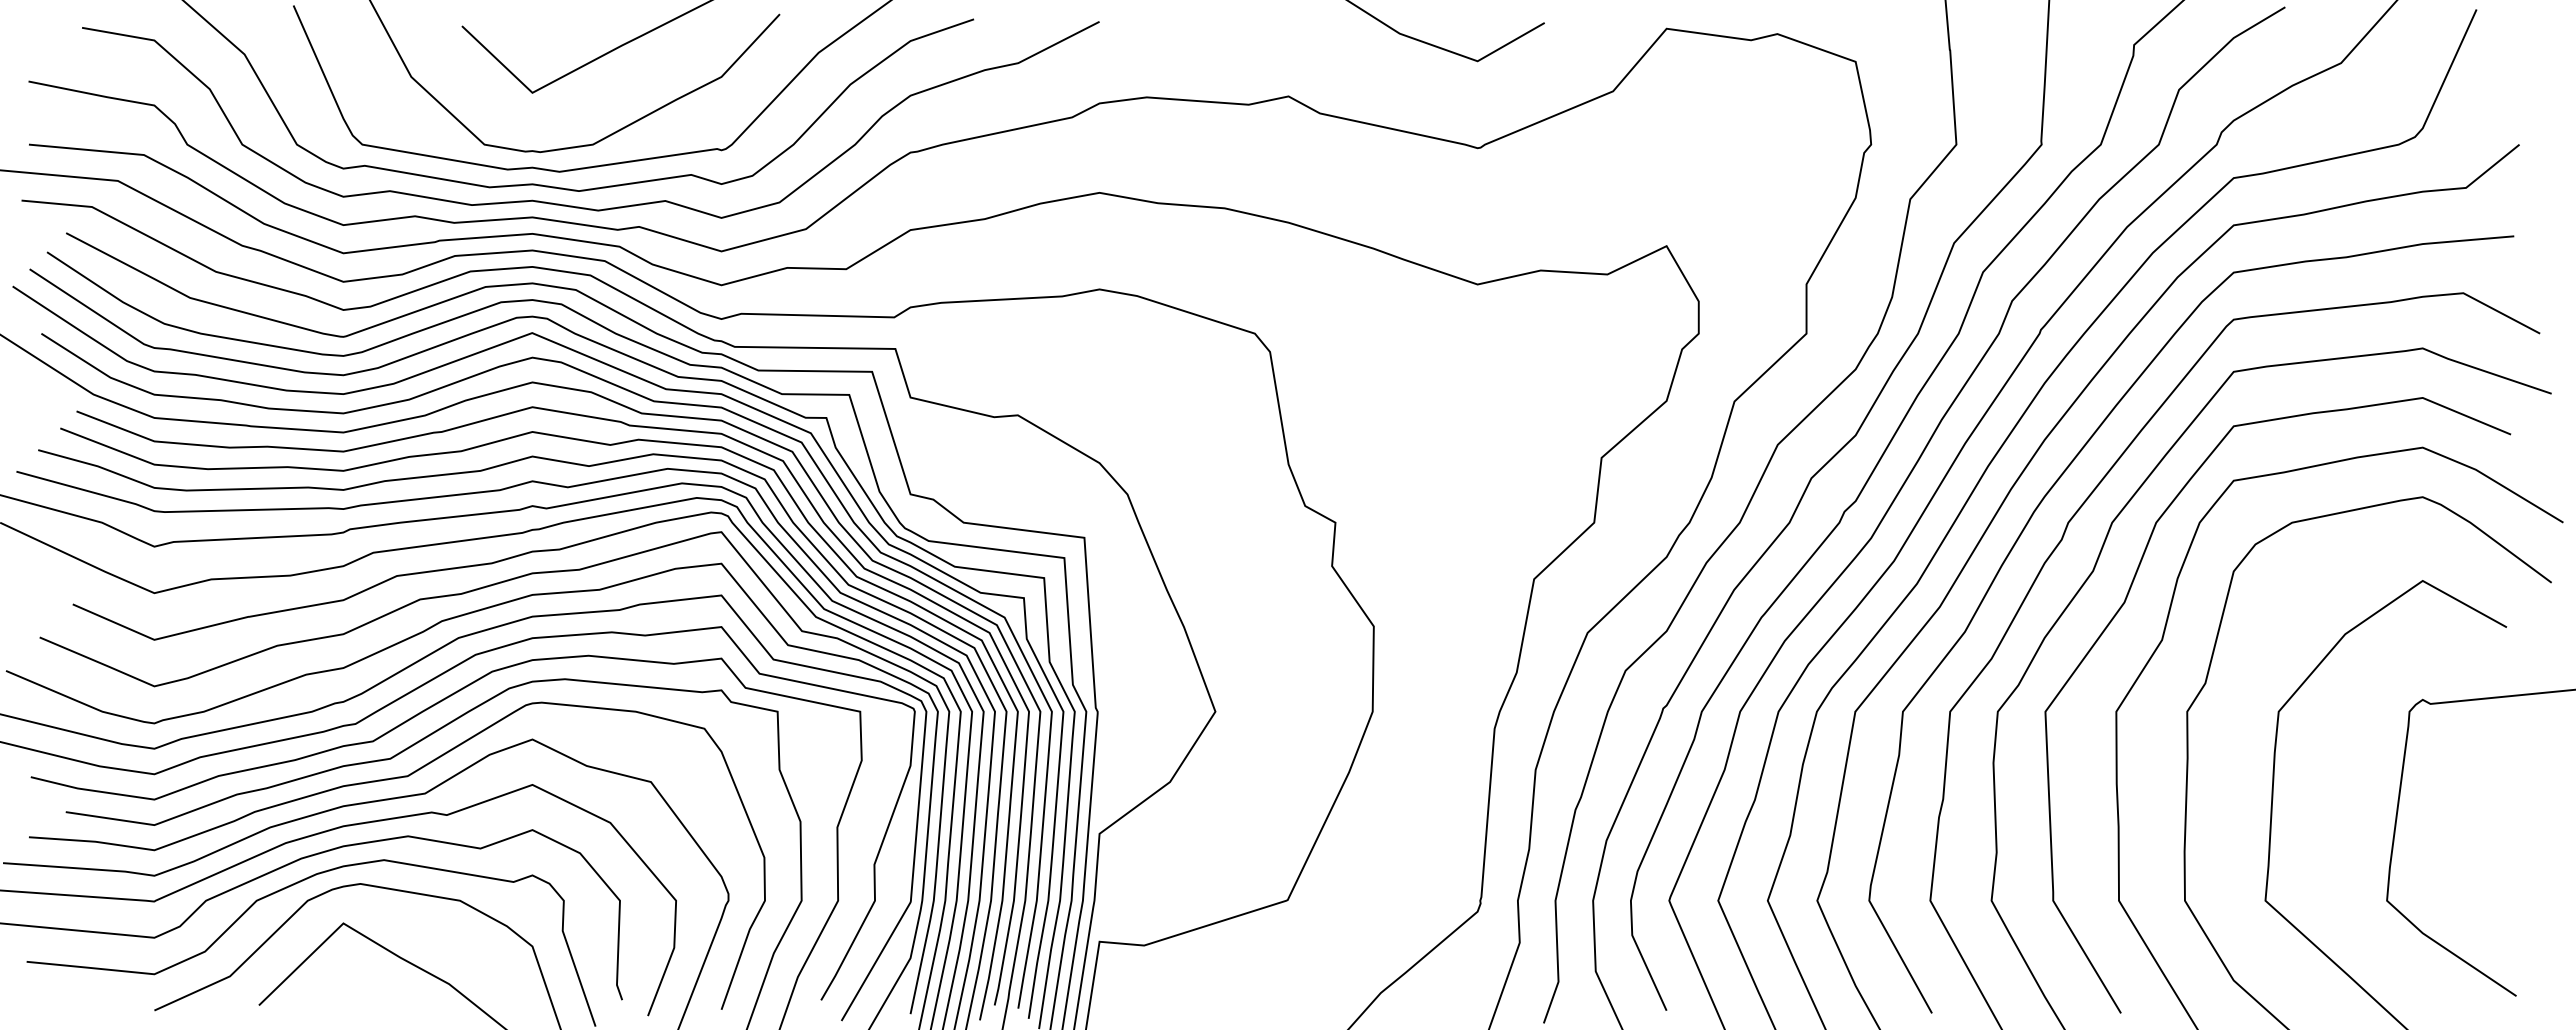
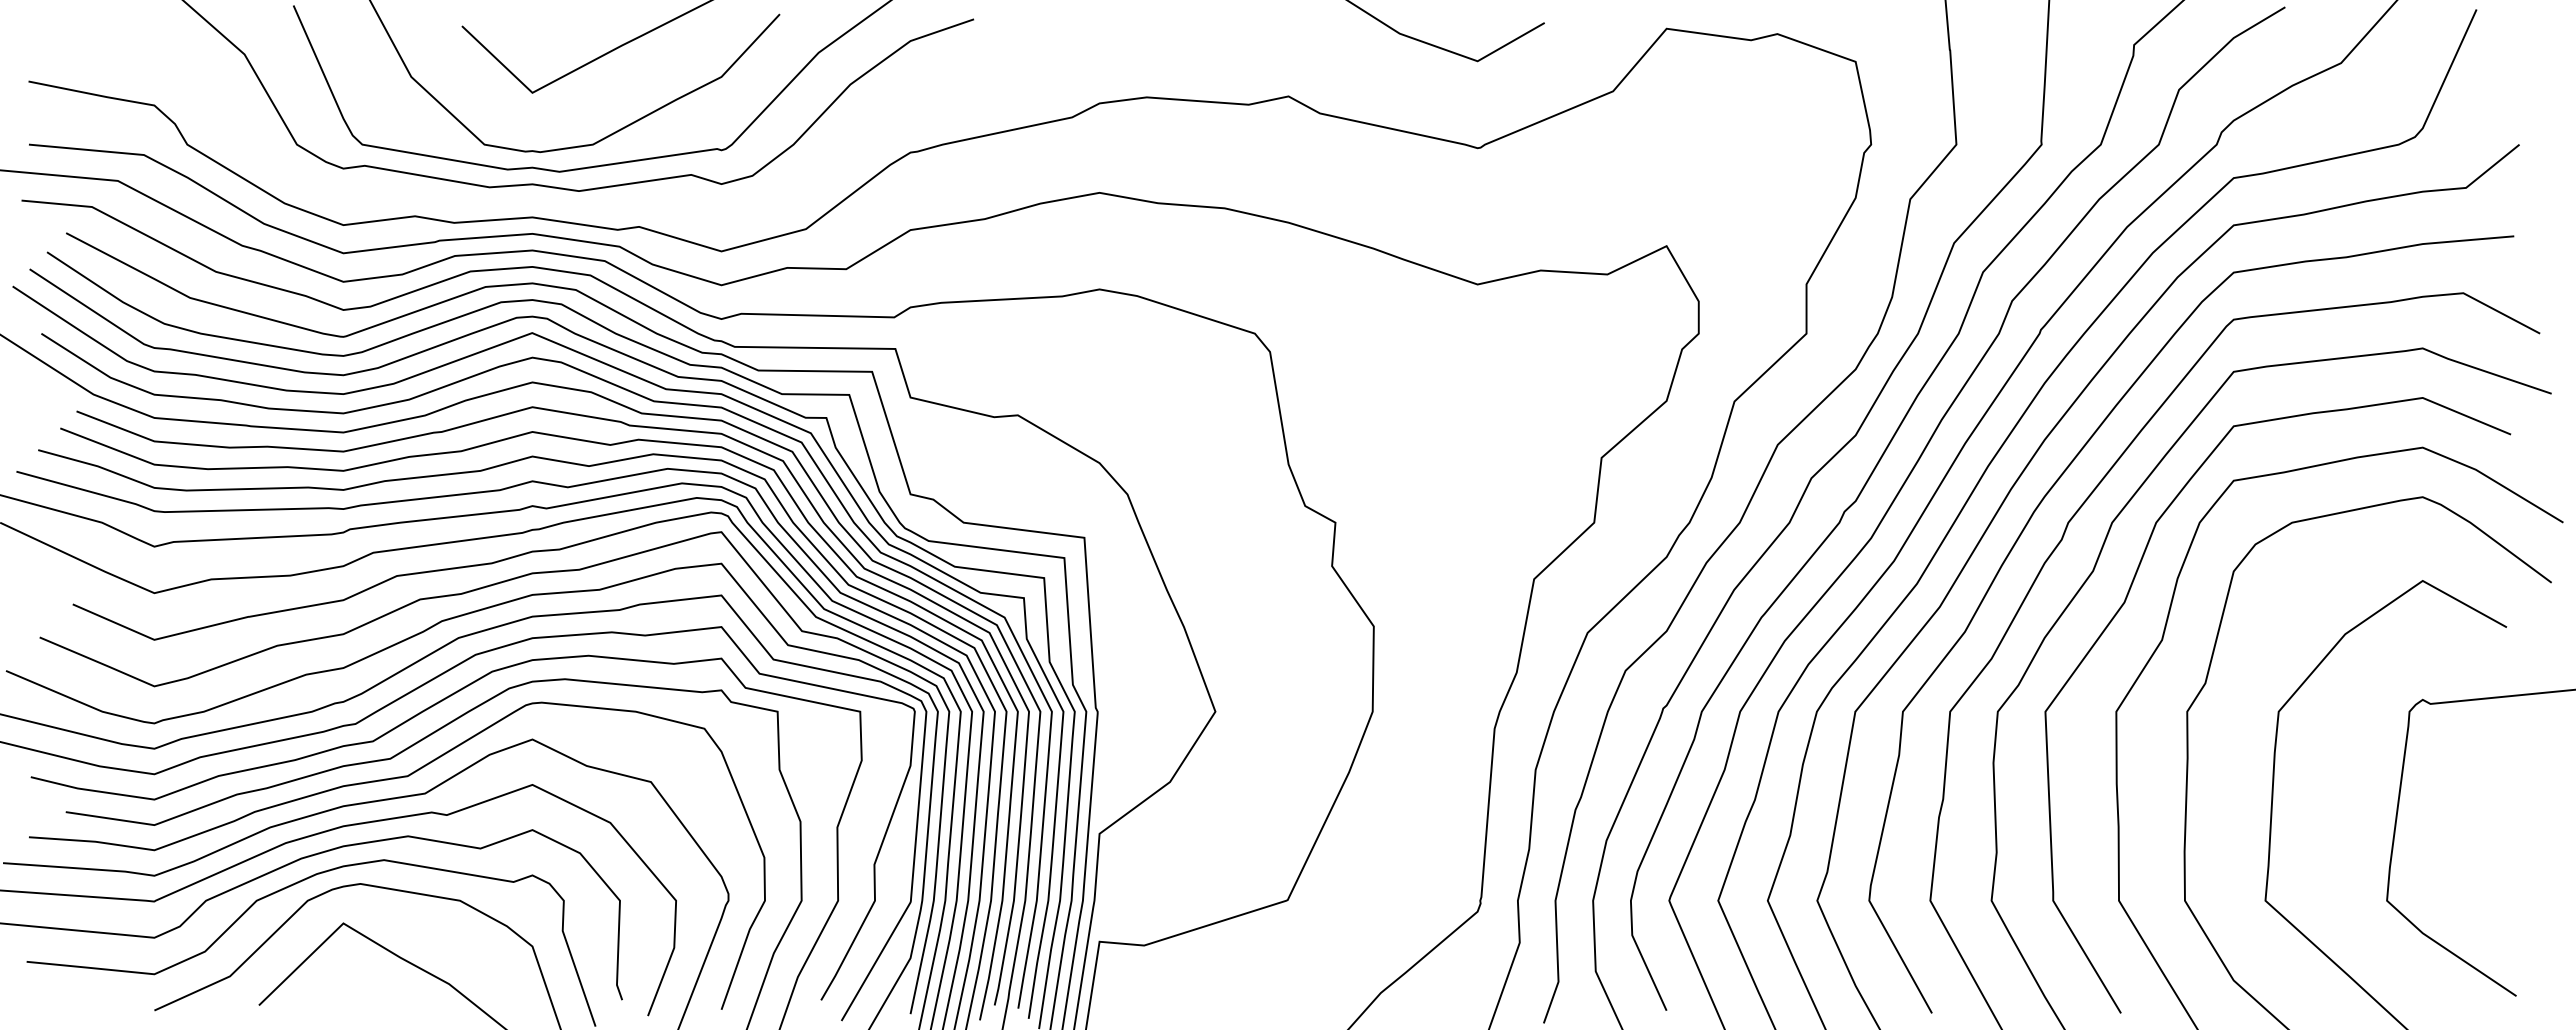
curve at (579, 206): present -> none
